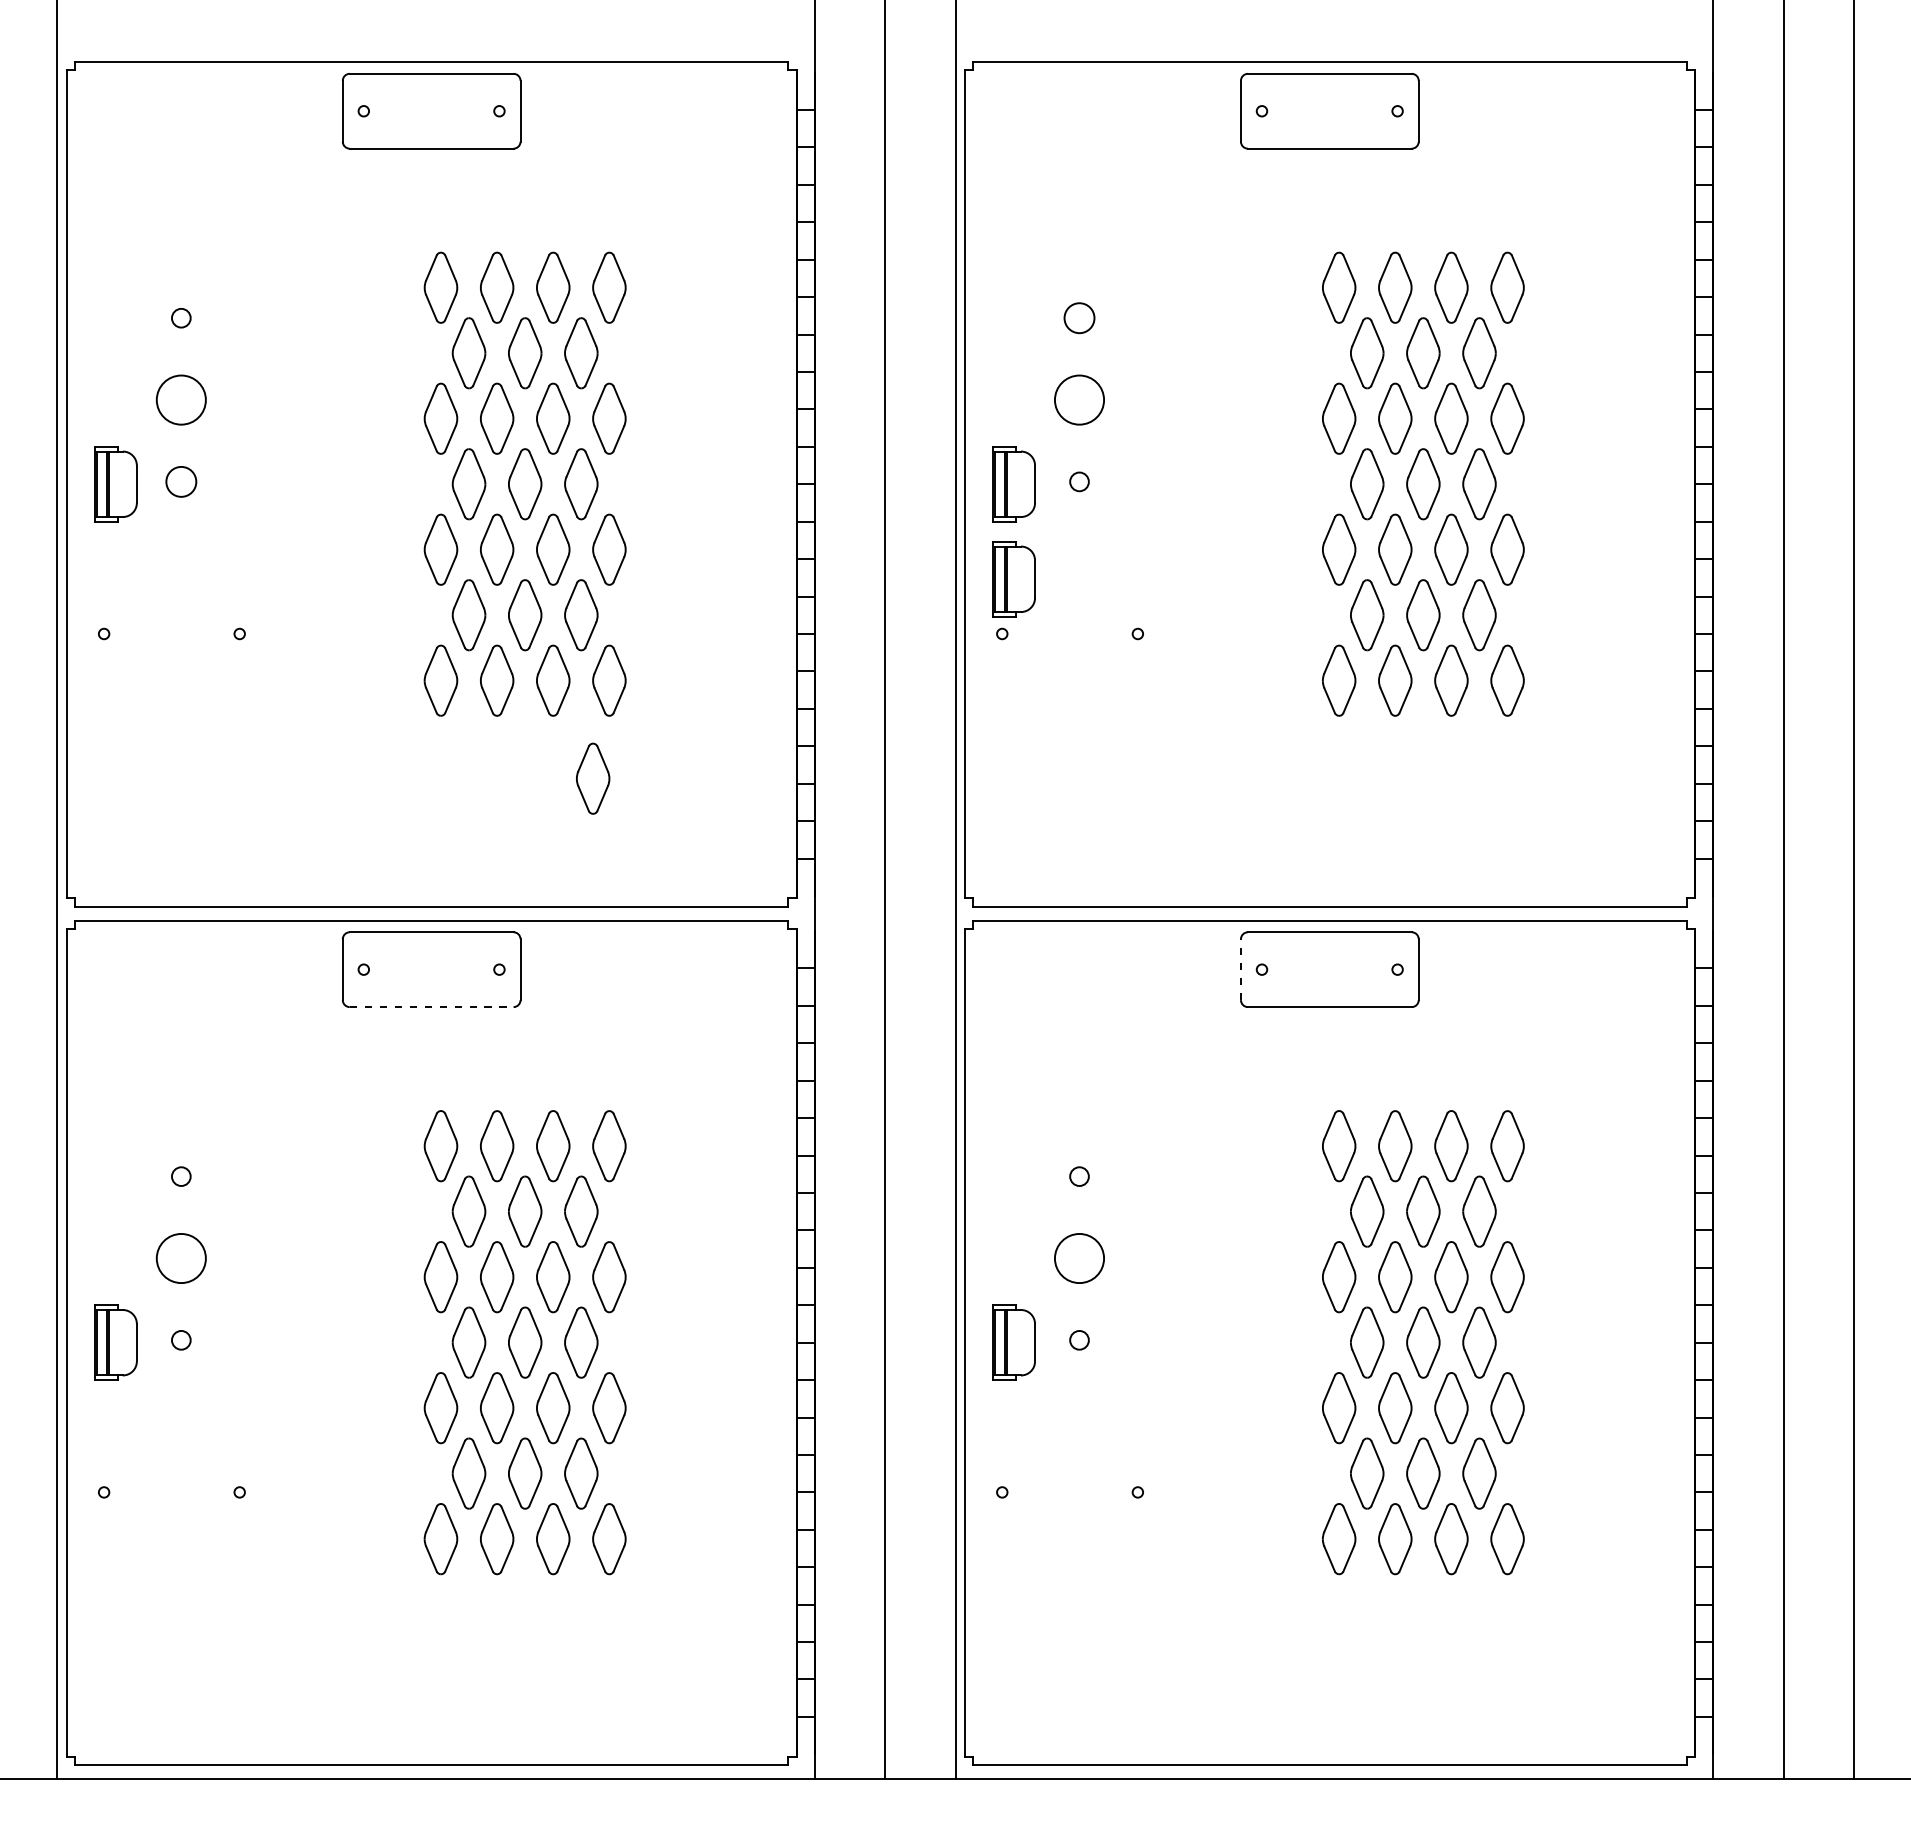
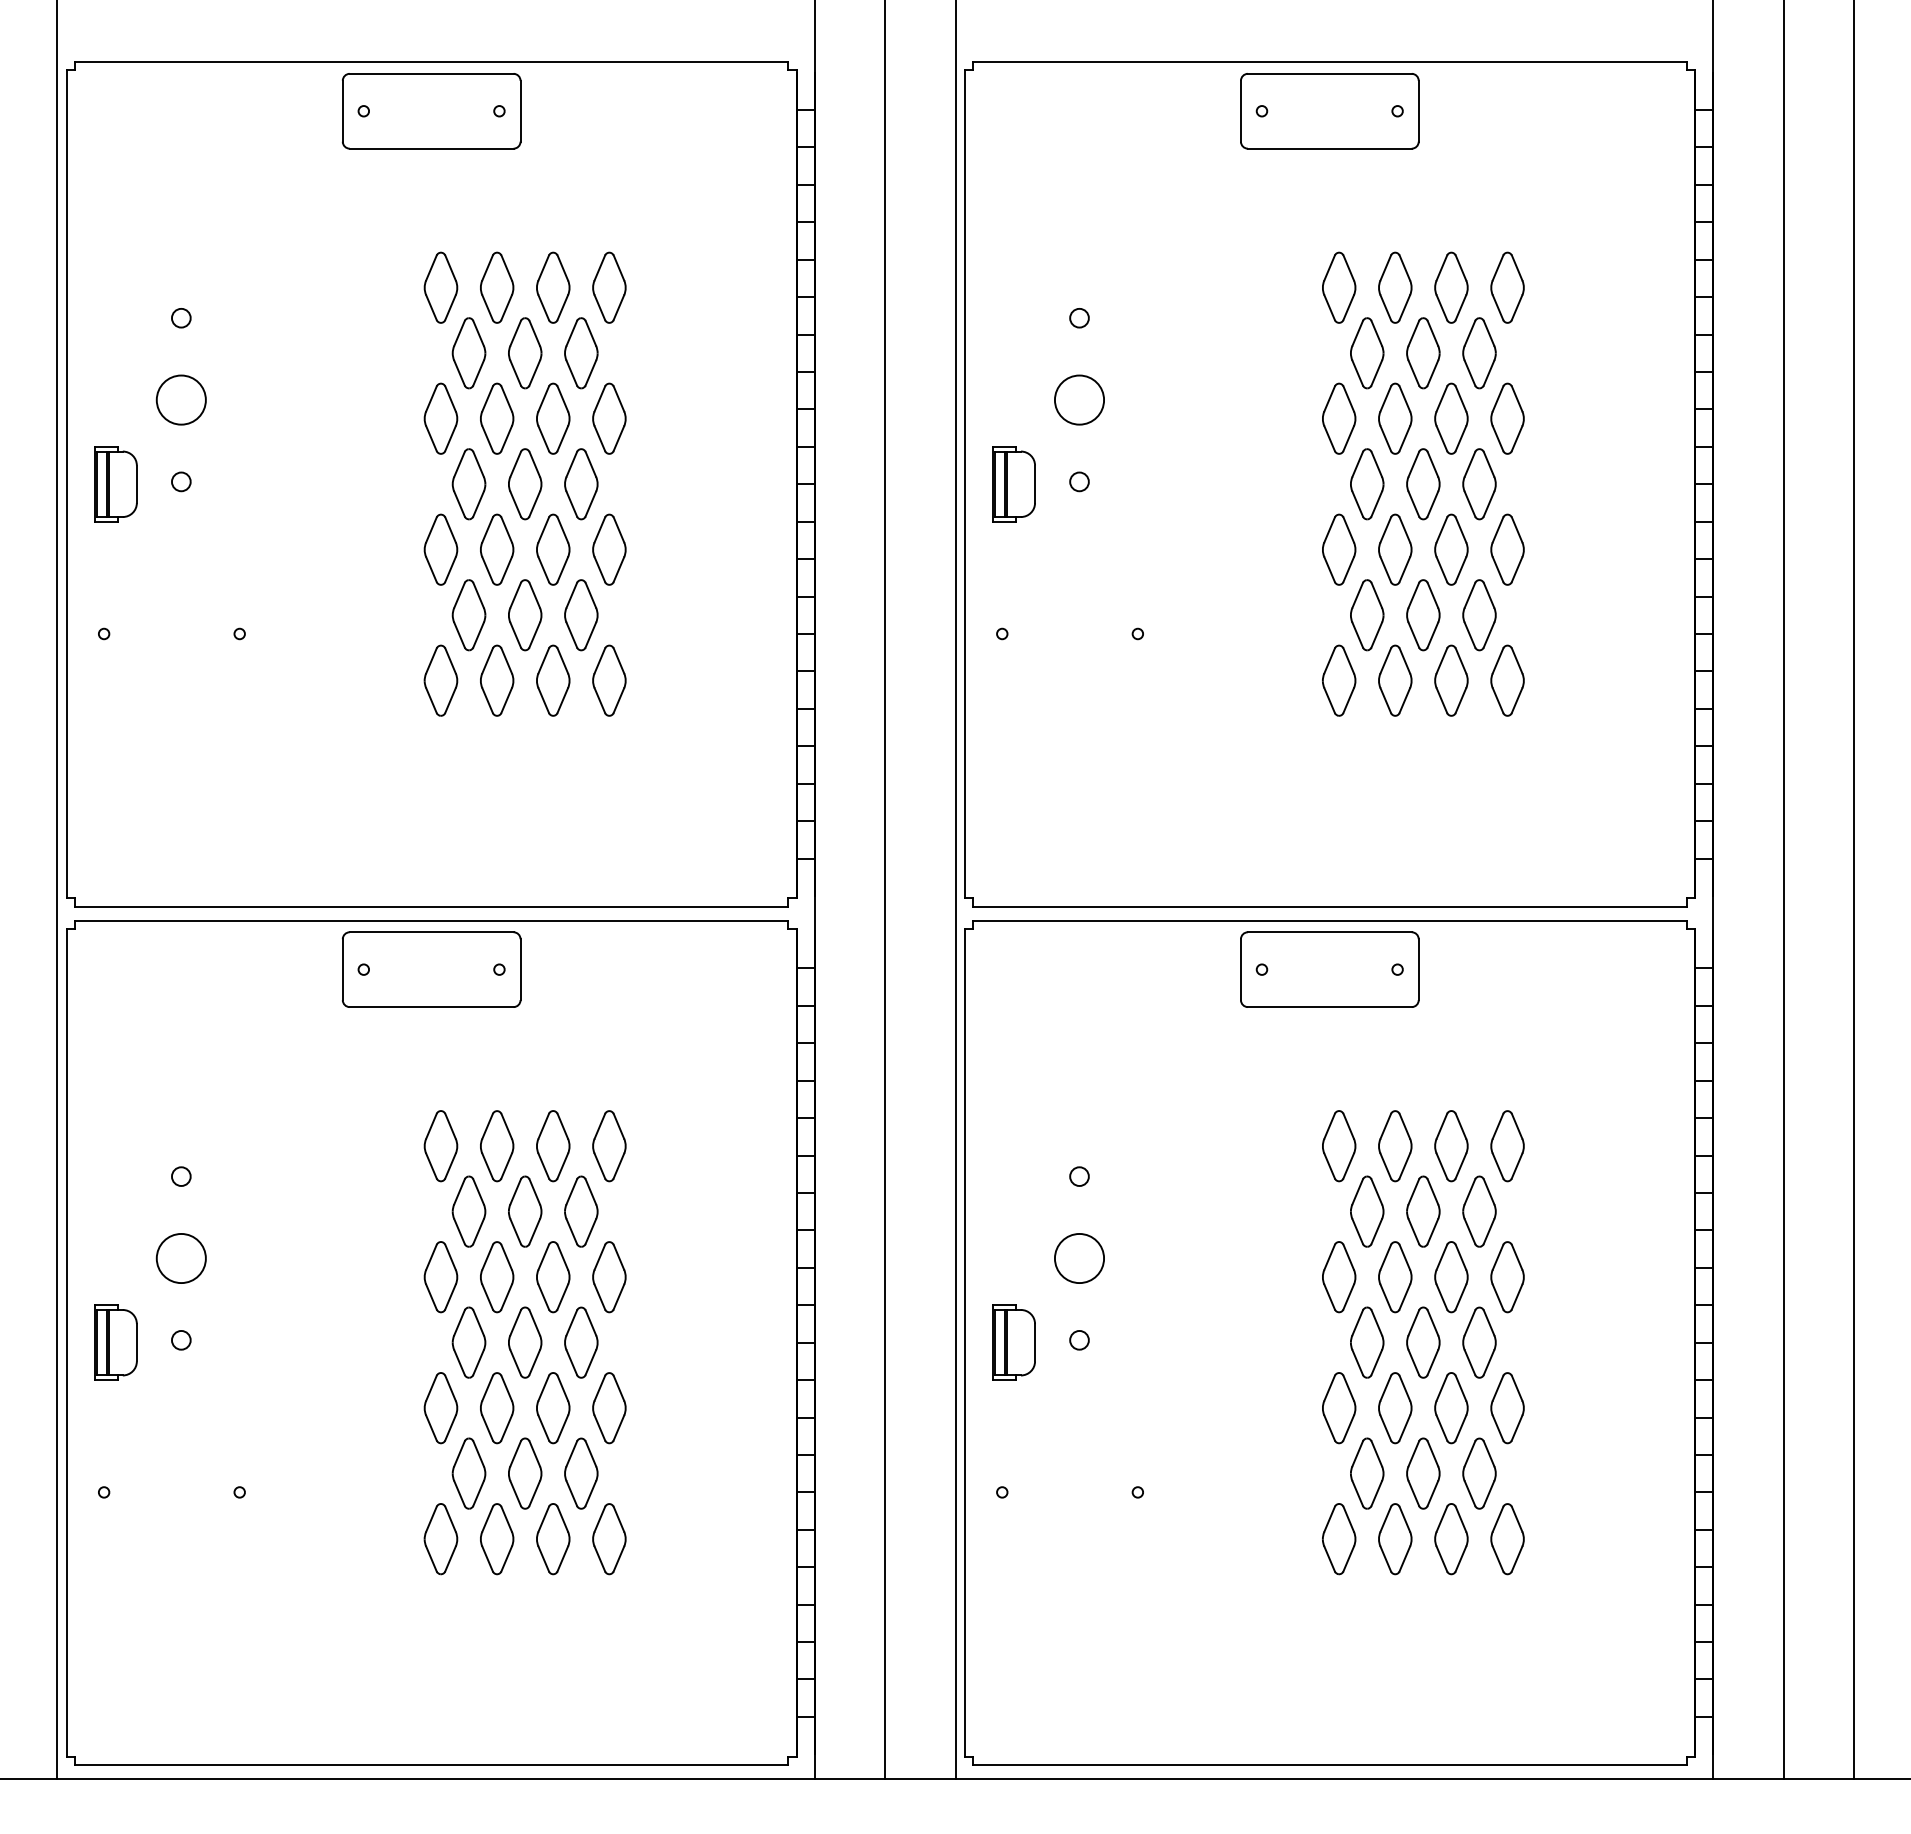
circle at (1079, 318) diameter: 30 px -> 19 px
circle at (181, 481) diameter: 30 px -> 19 px
part at (1013, 579): present -> none
part at (593, 778): present -> none
line at (1240, 969): dashed -> solid
line at (431, 1007): dashed -> solid
